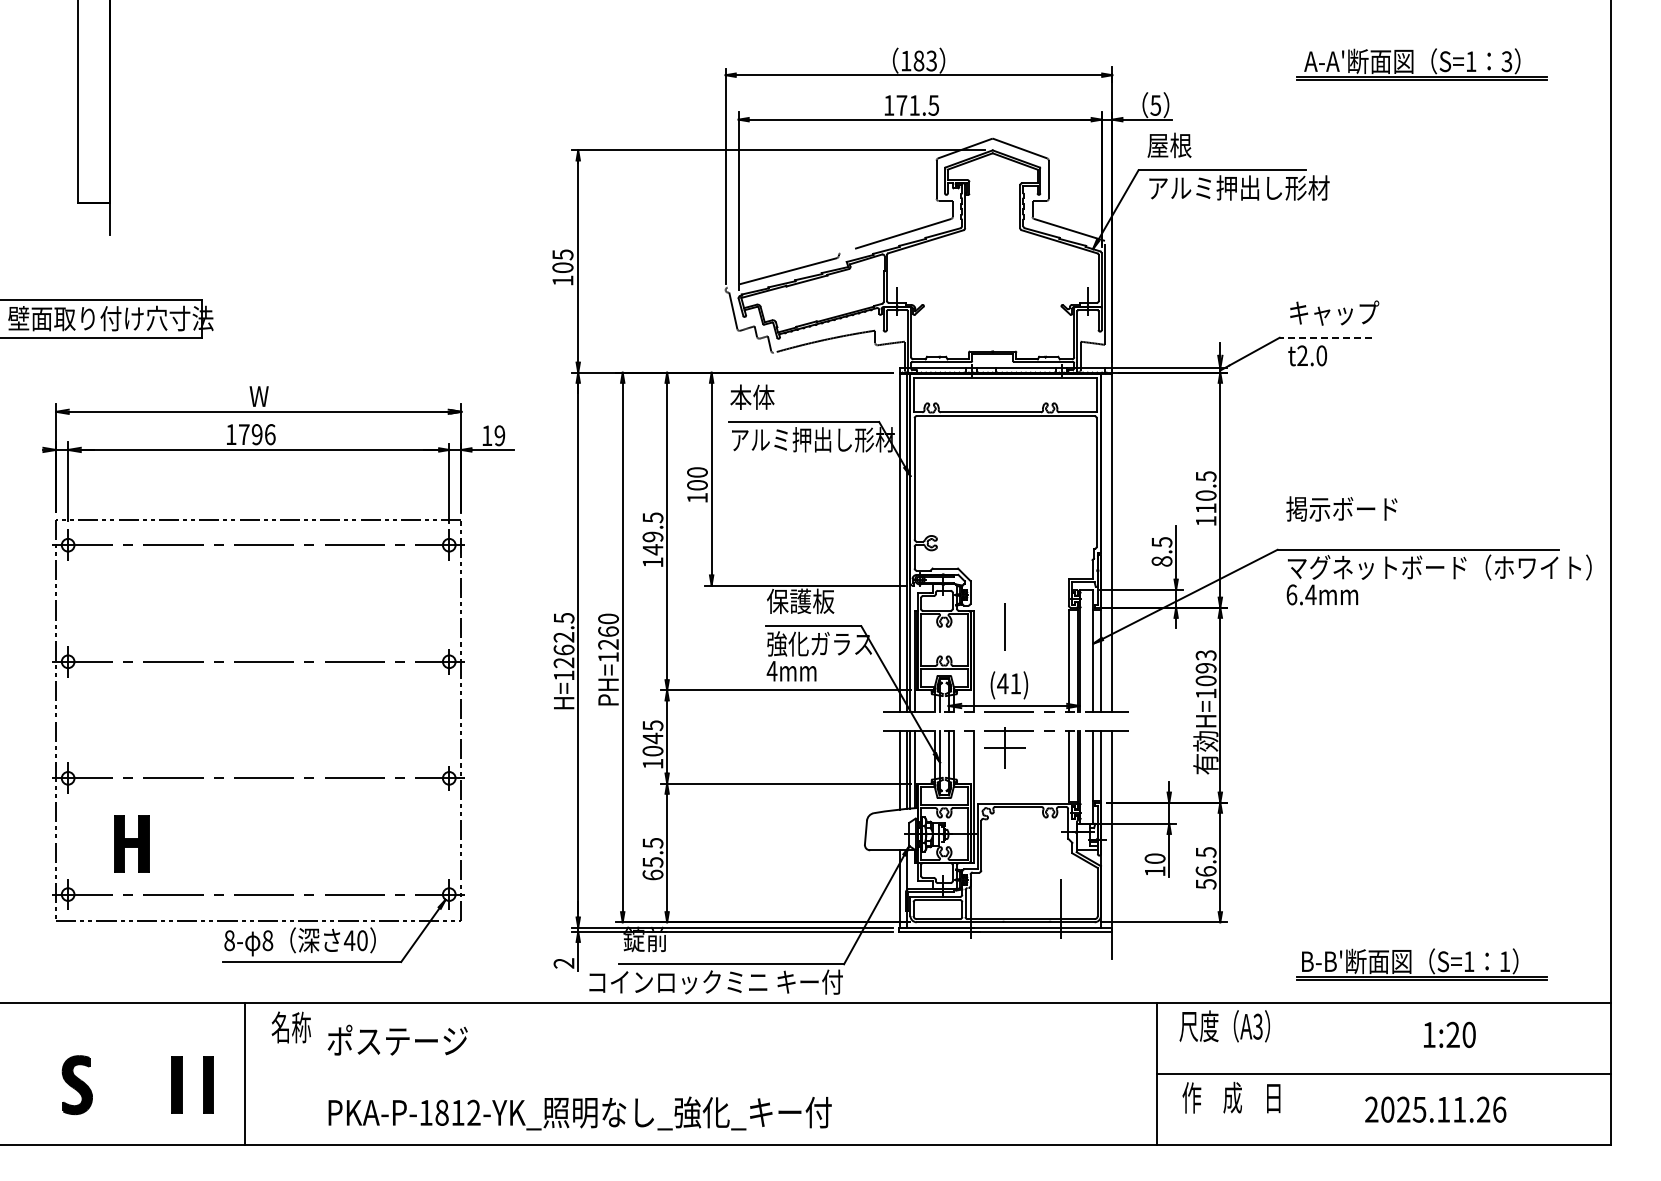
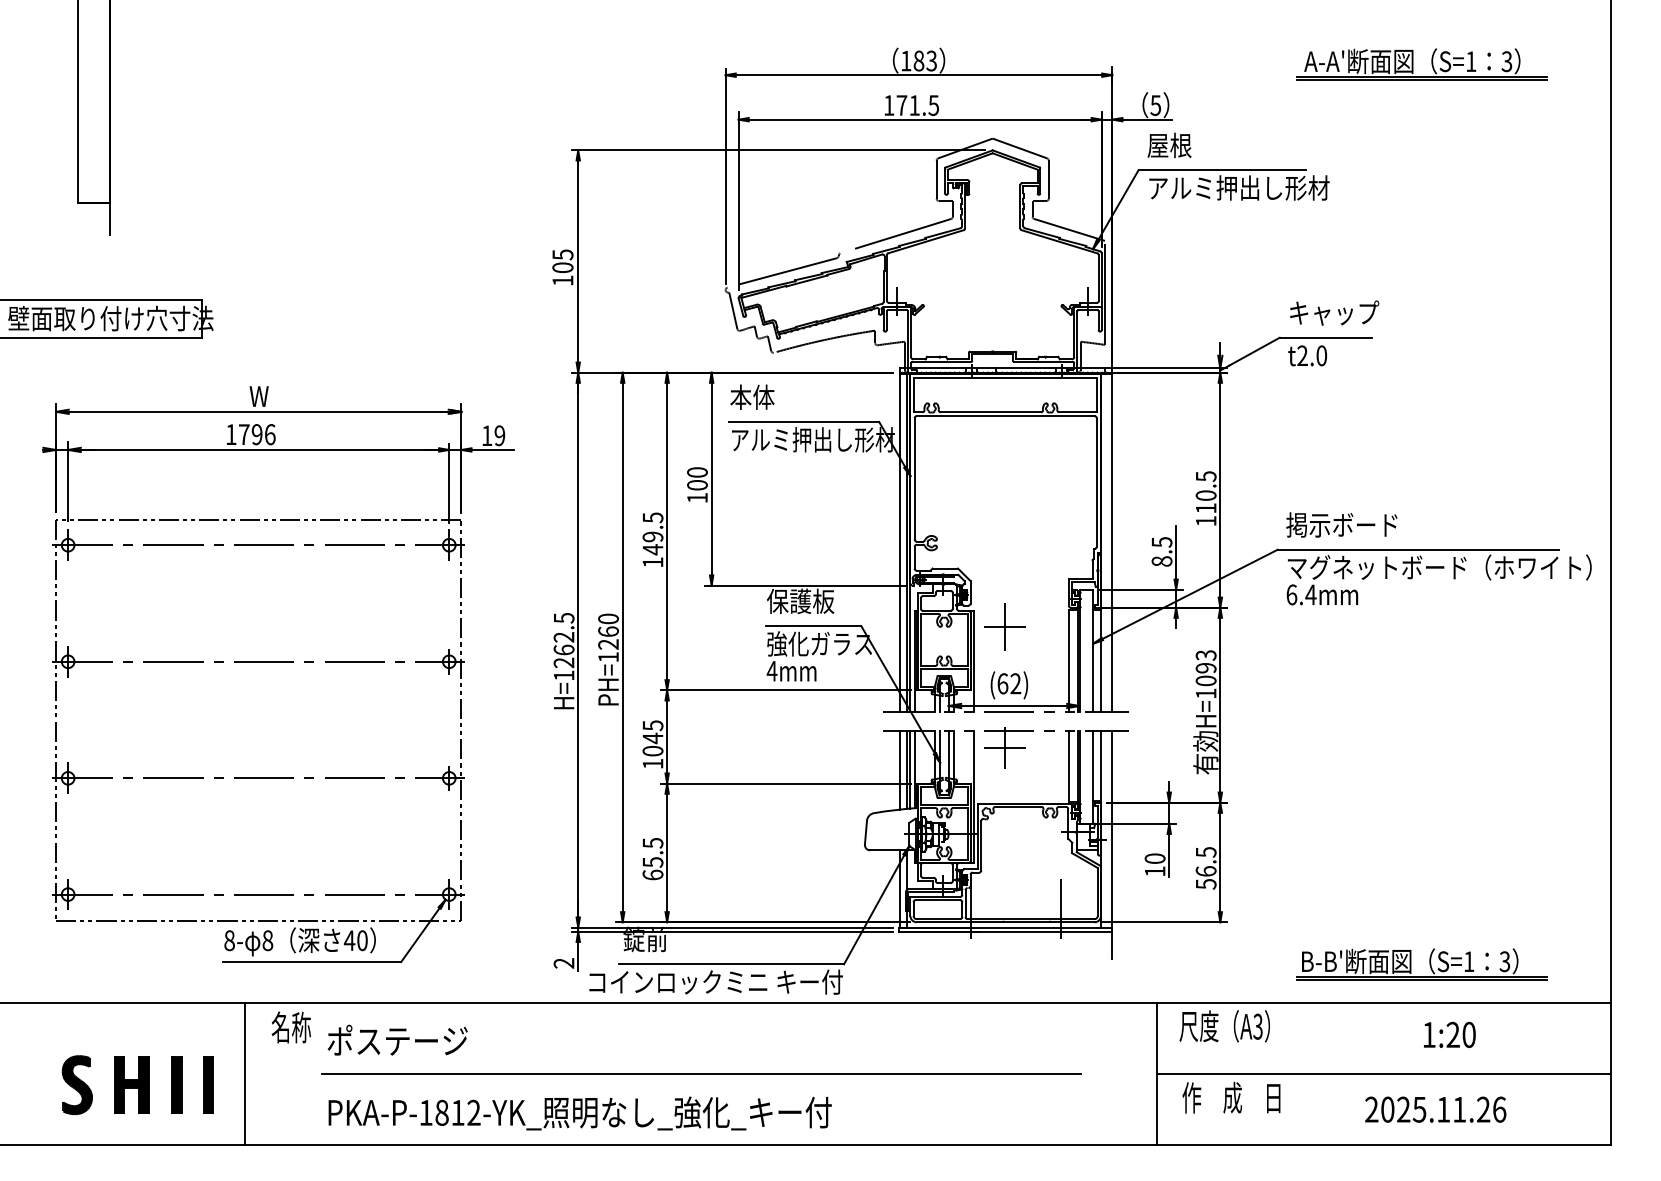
line at (1325, 337): dashed -> solid
text at (1341, 508) position: (1341, 508) -> (1341, 524)
line at (1004, 626): none -> present
text at (1009, 683): (41) -> (62)
part at (131, 843) position: (131, 843) -> (131, 1084)
text at (1504, 961): 1 -> 3
line at (700, 1073): none -> present
